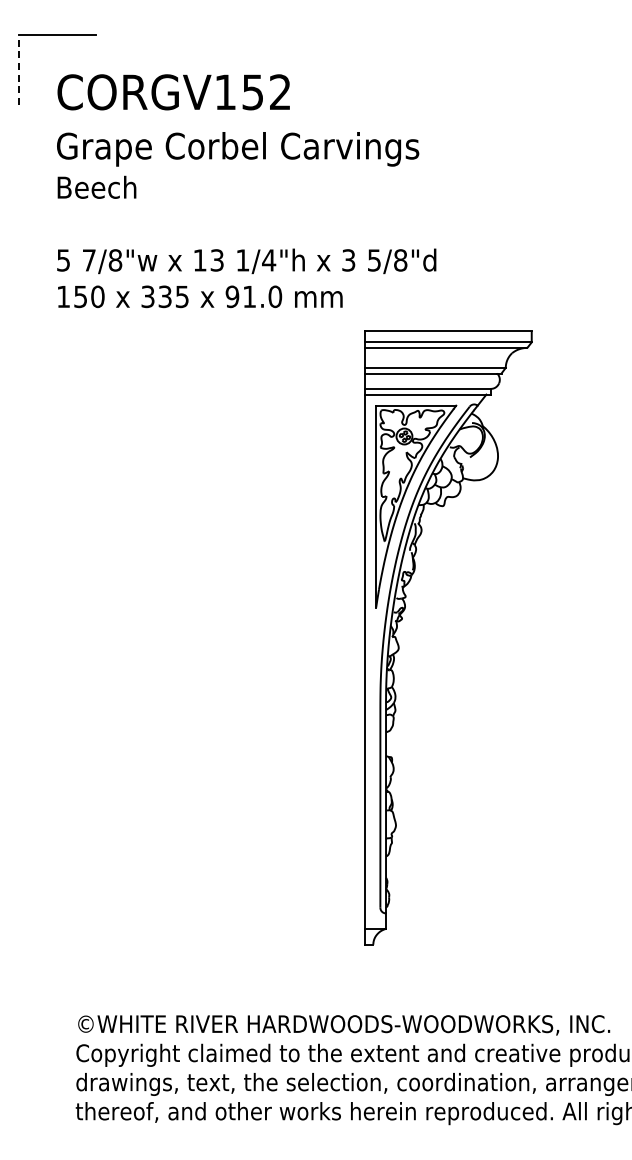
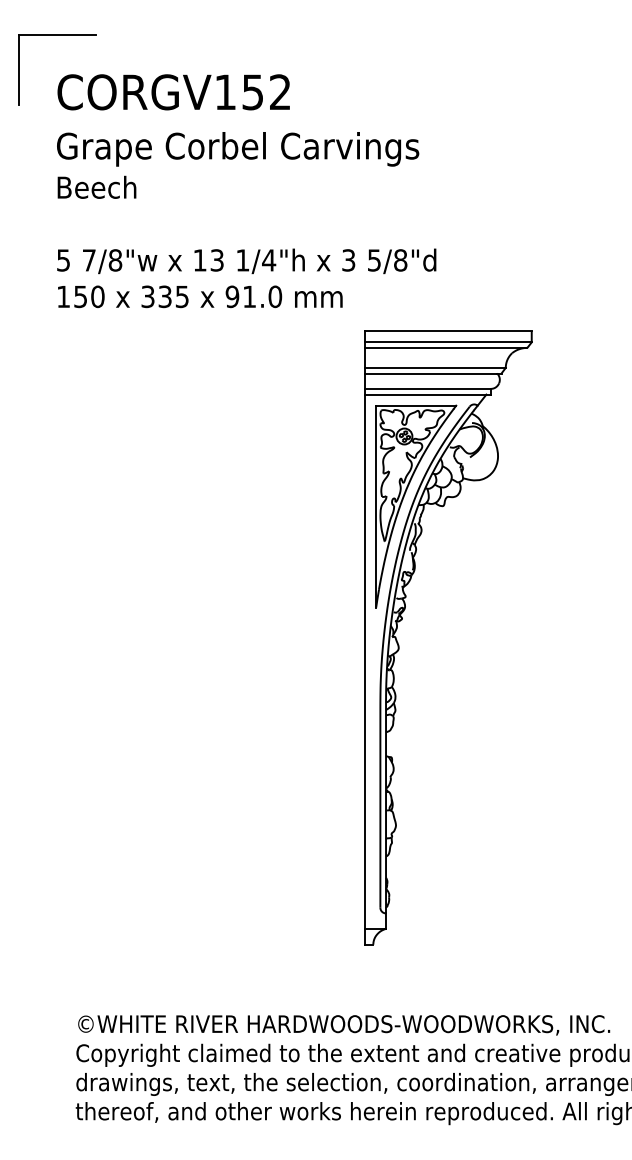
line at (18, 69): dashed -> solid
